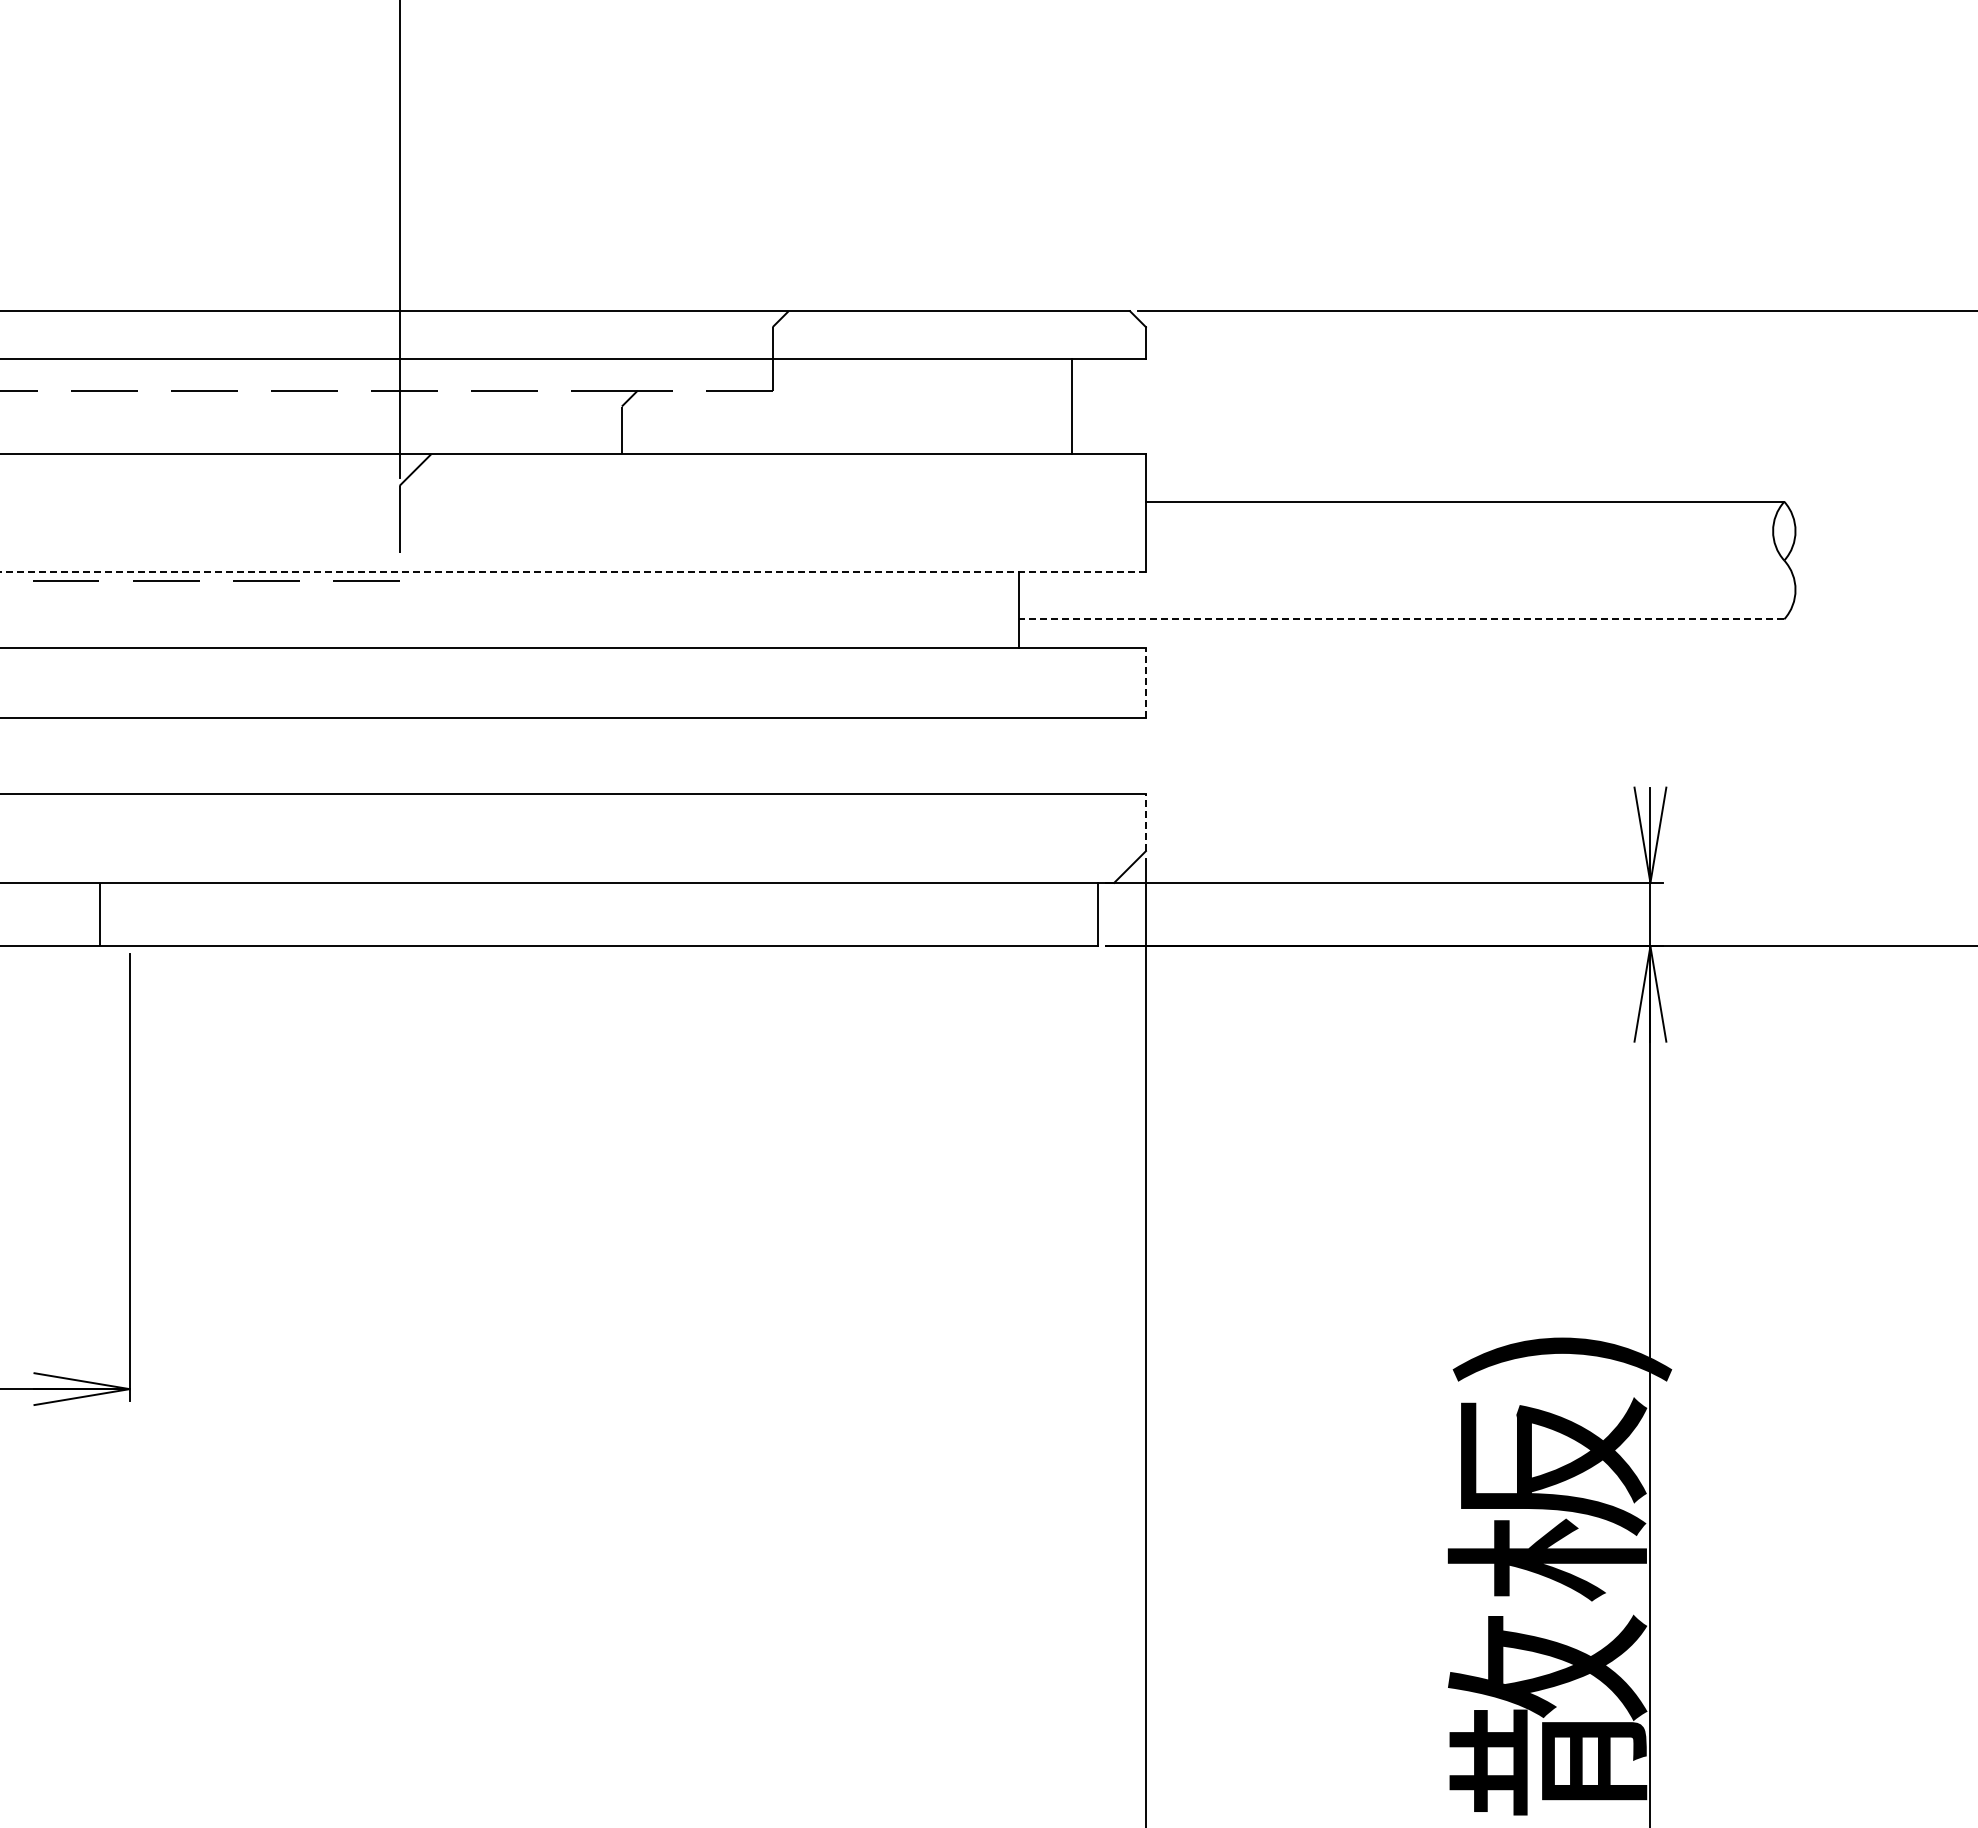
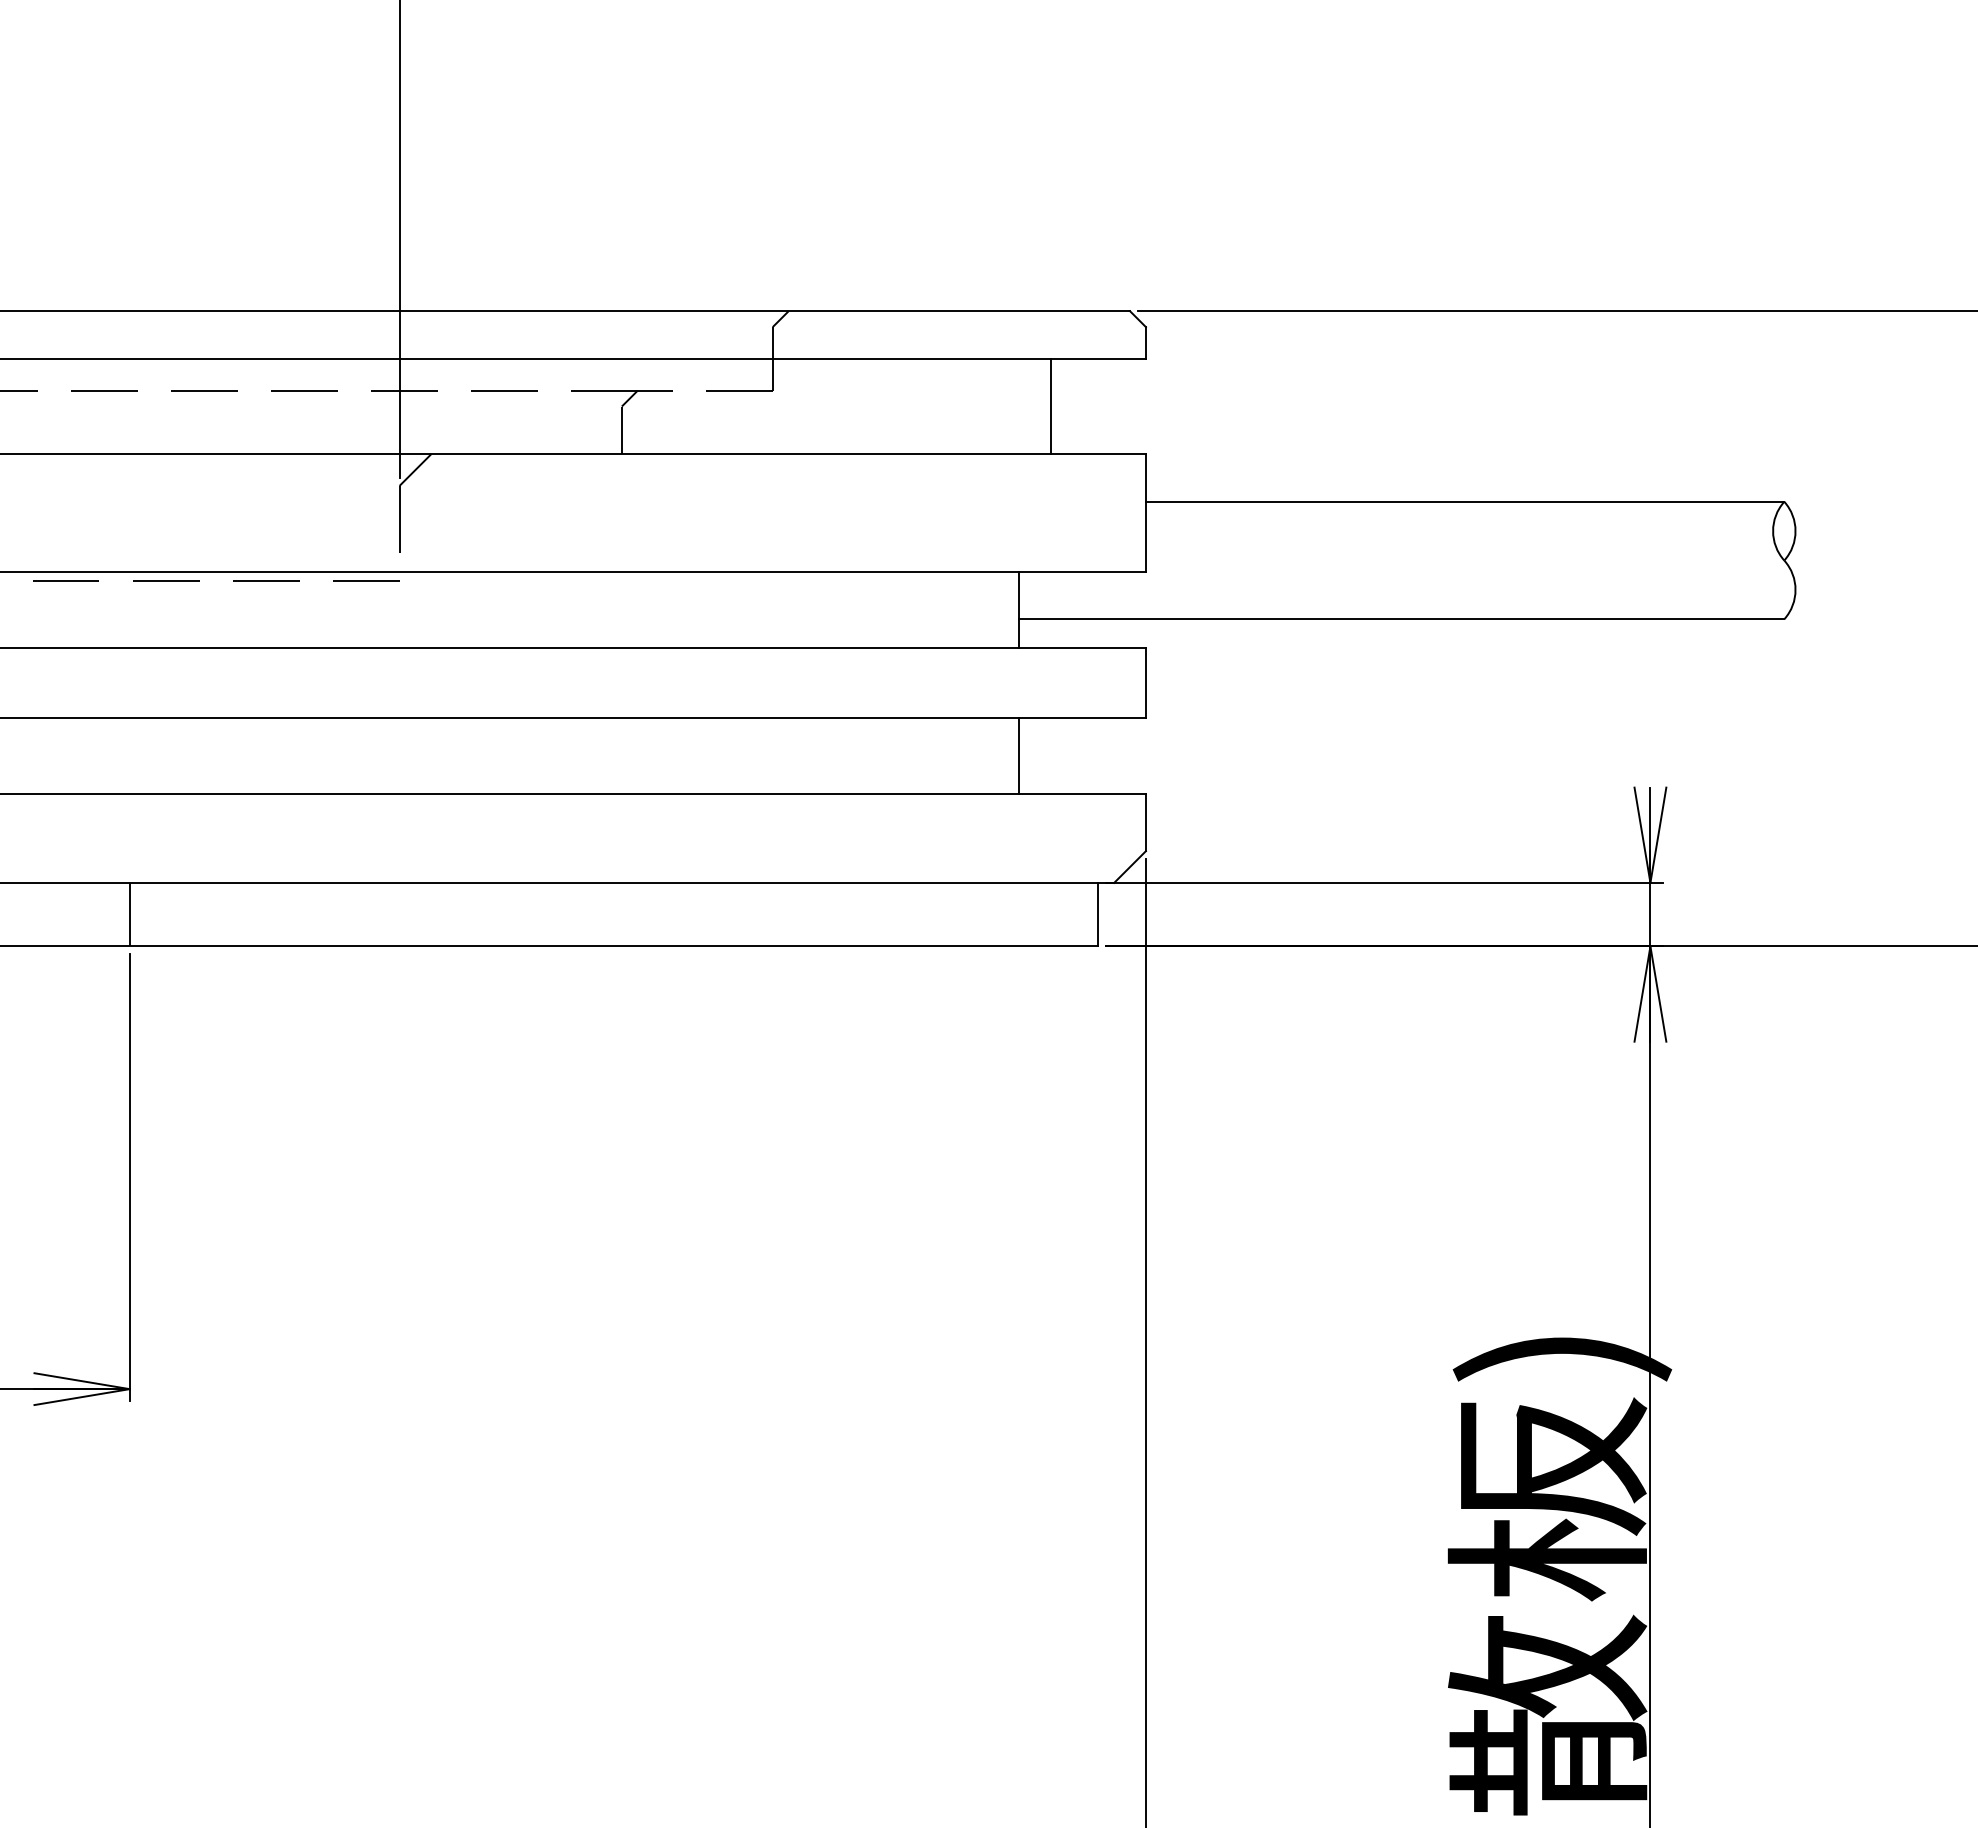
line at (1071, 406) position: (1071, 406) -> (1050, 406)
line at (573, 571): dashed -> solid
line at (1401, 619): dashed -> solid
line at (1145, 682): dashed -> solid
line at (1018, 755): none -> present
line at (1145, 822): dashed -> solid
line at (99, 914) position: (99, 914) -> (129, 914)
